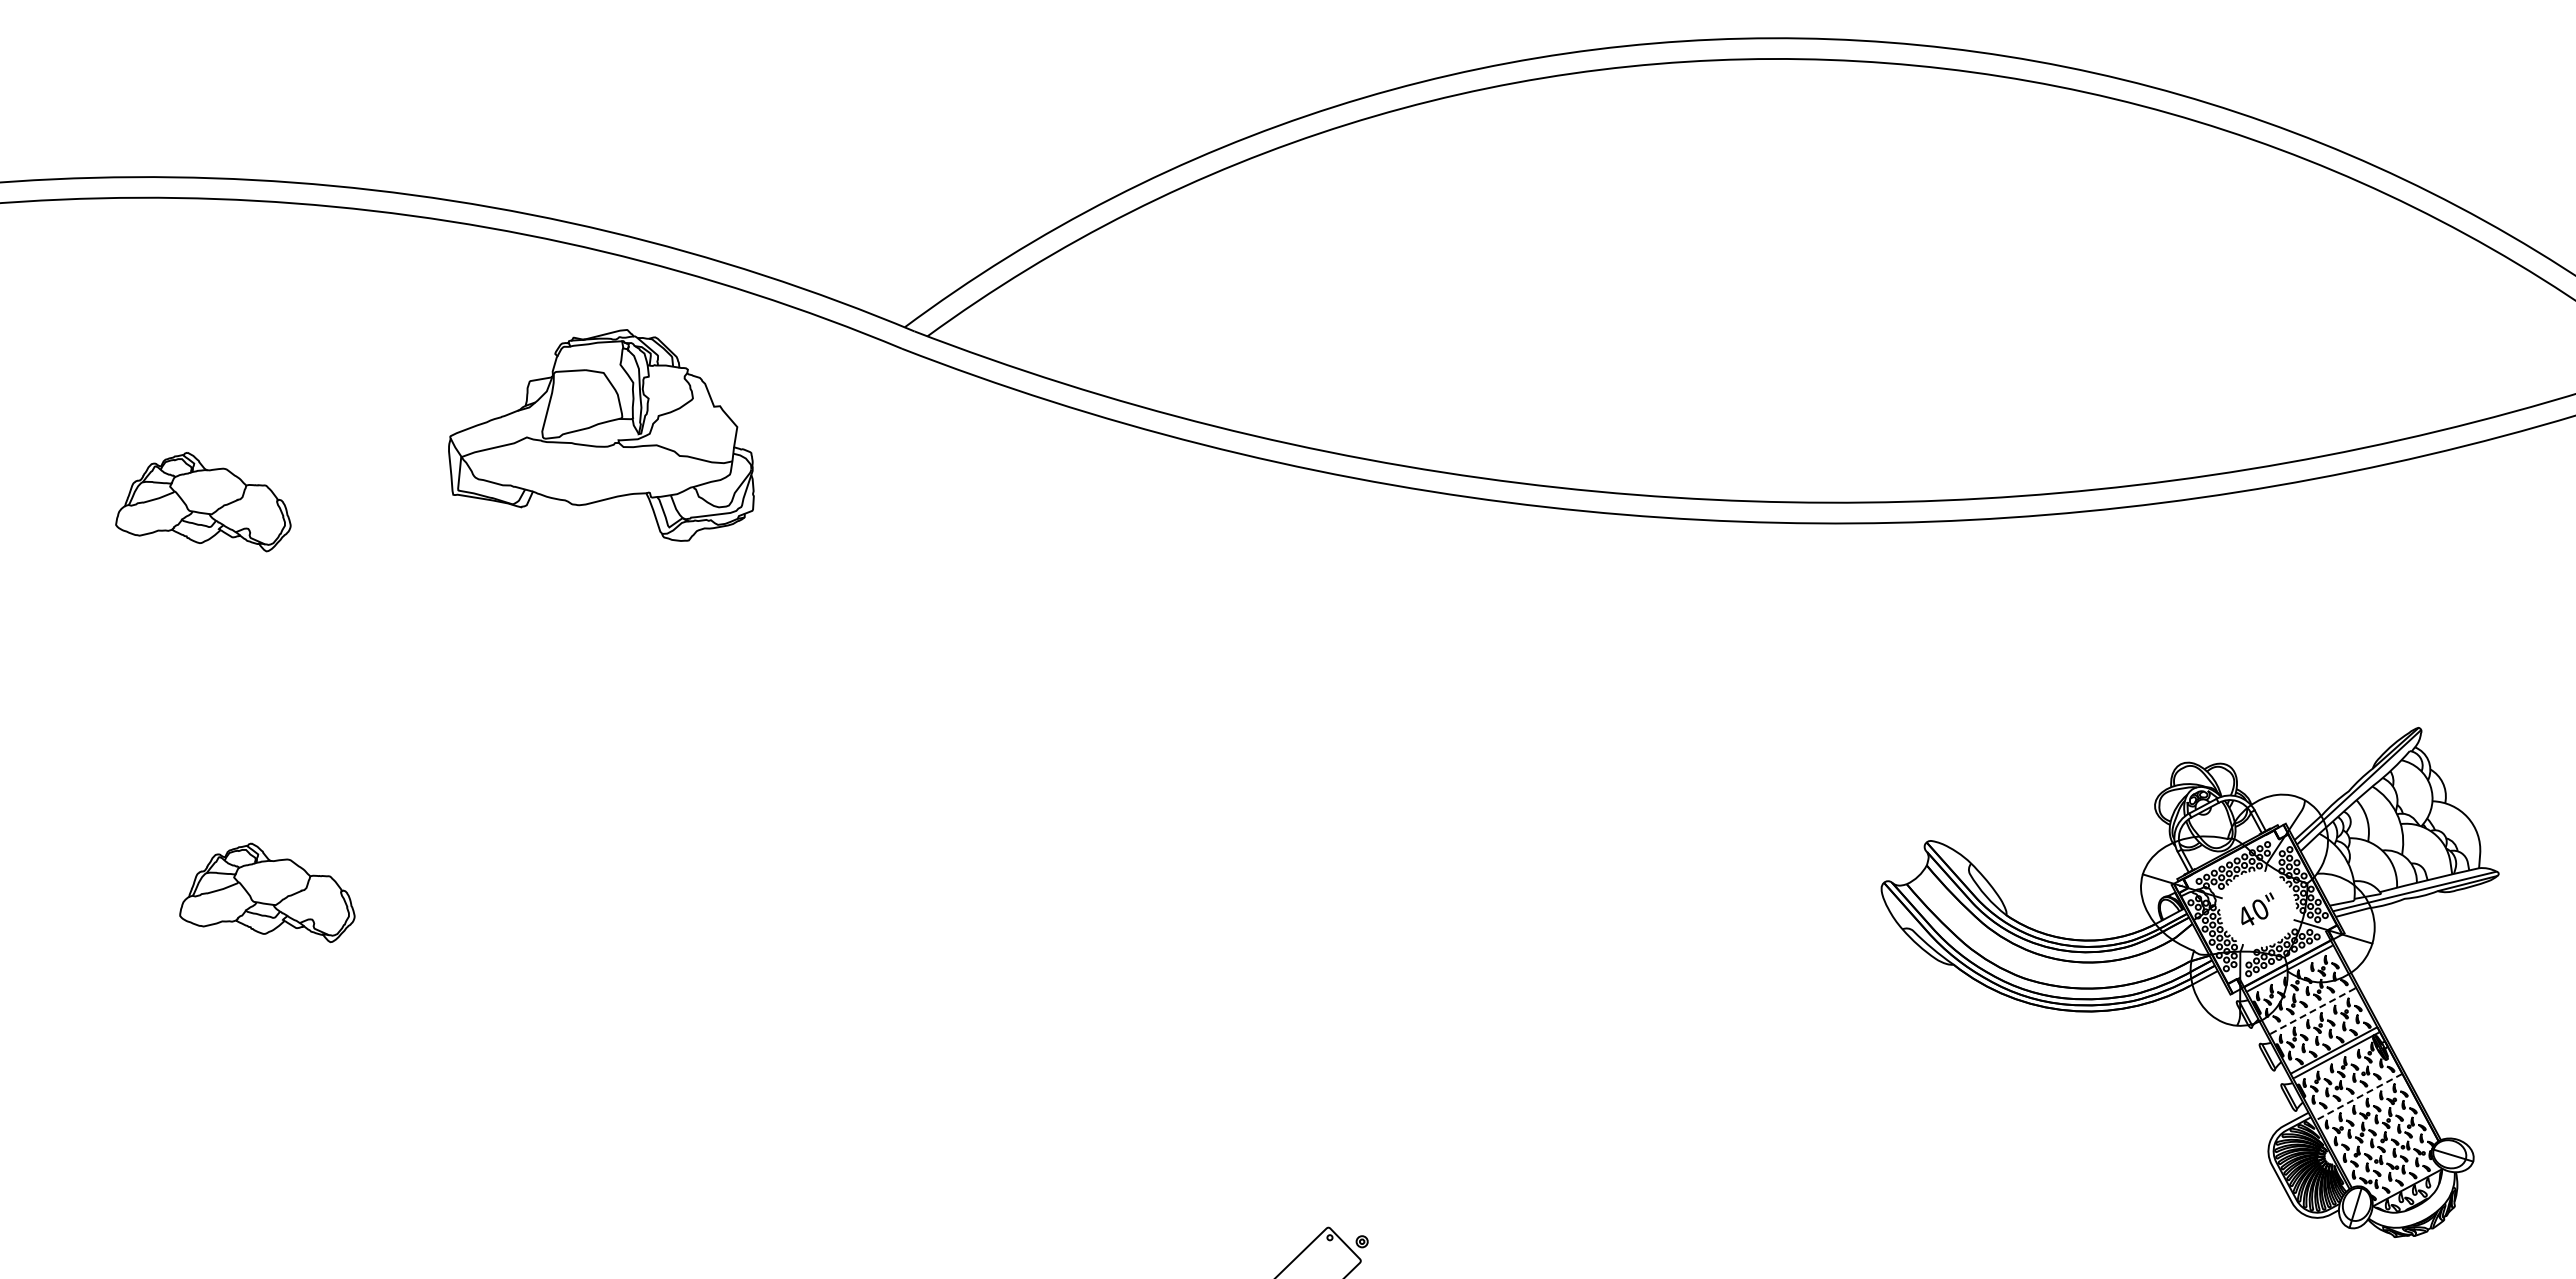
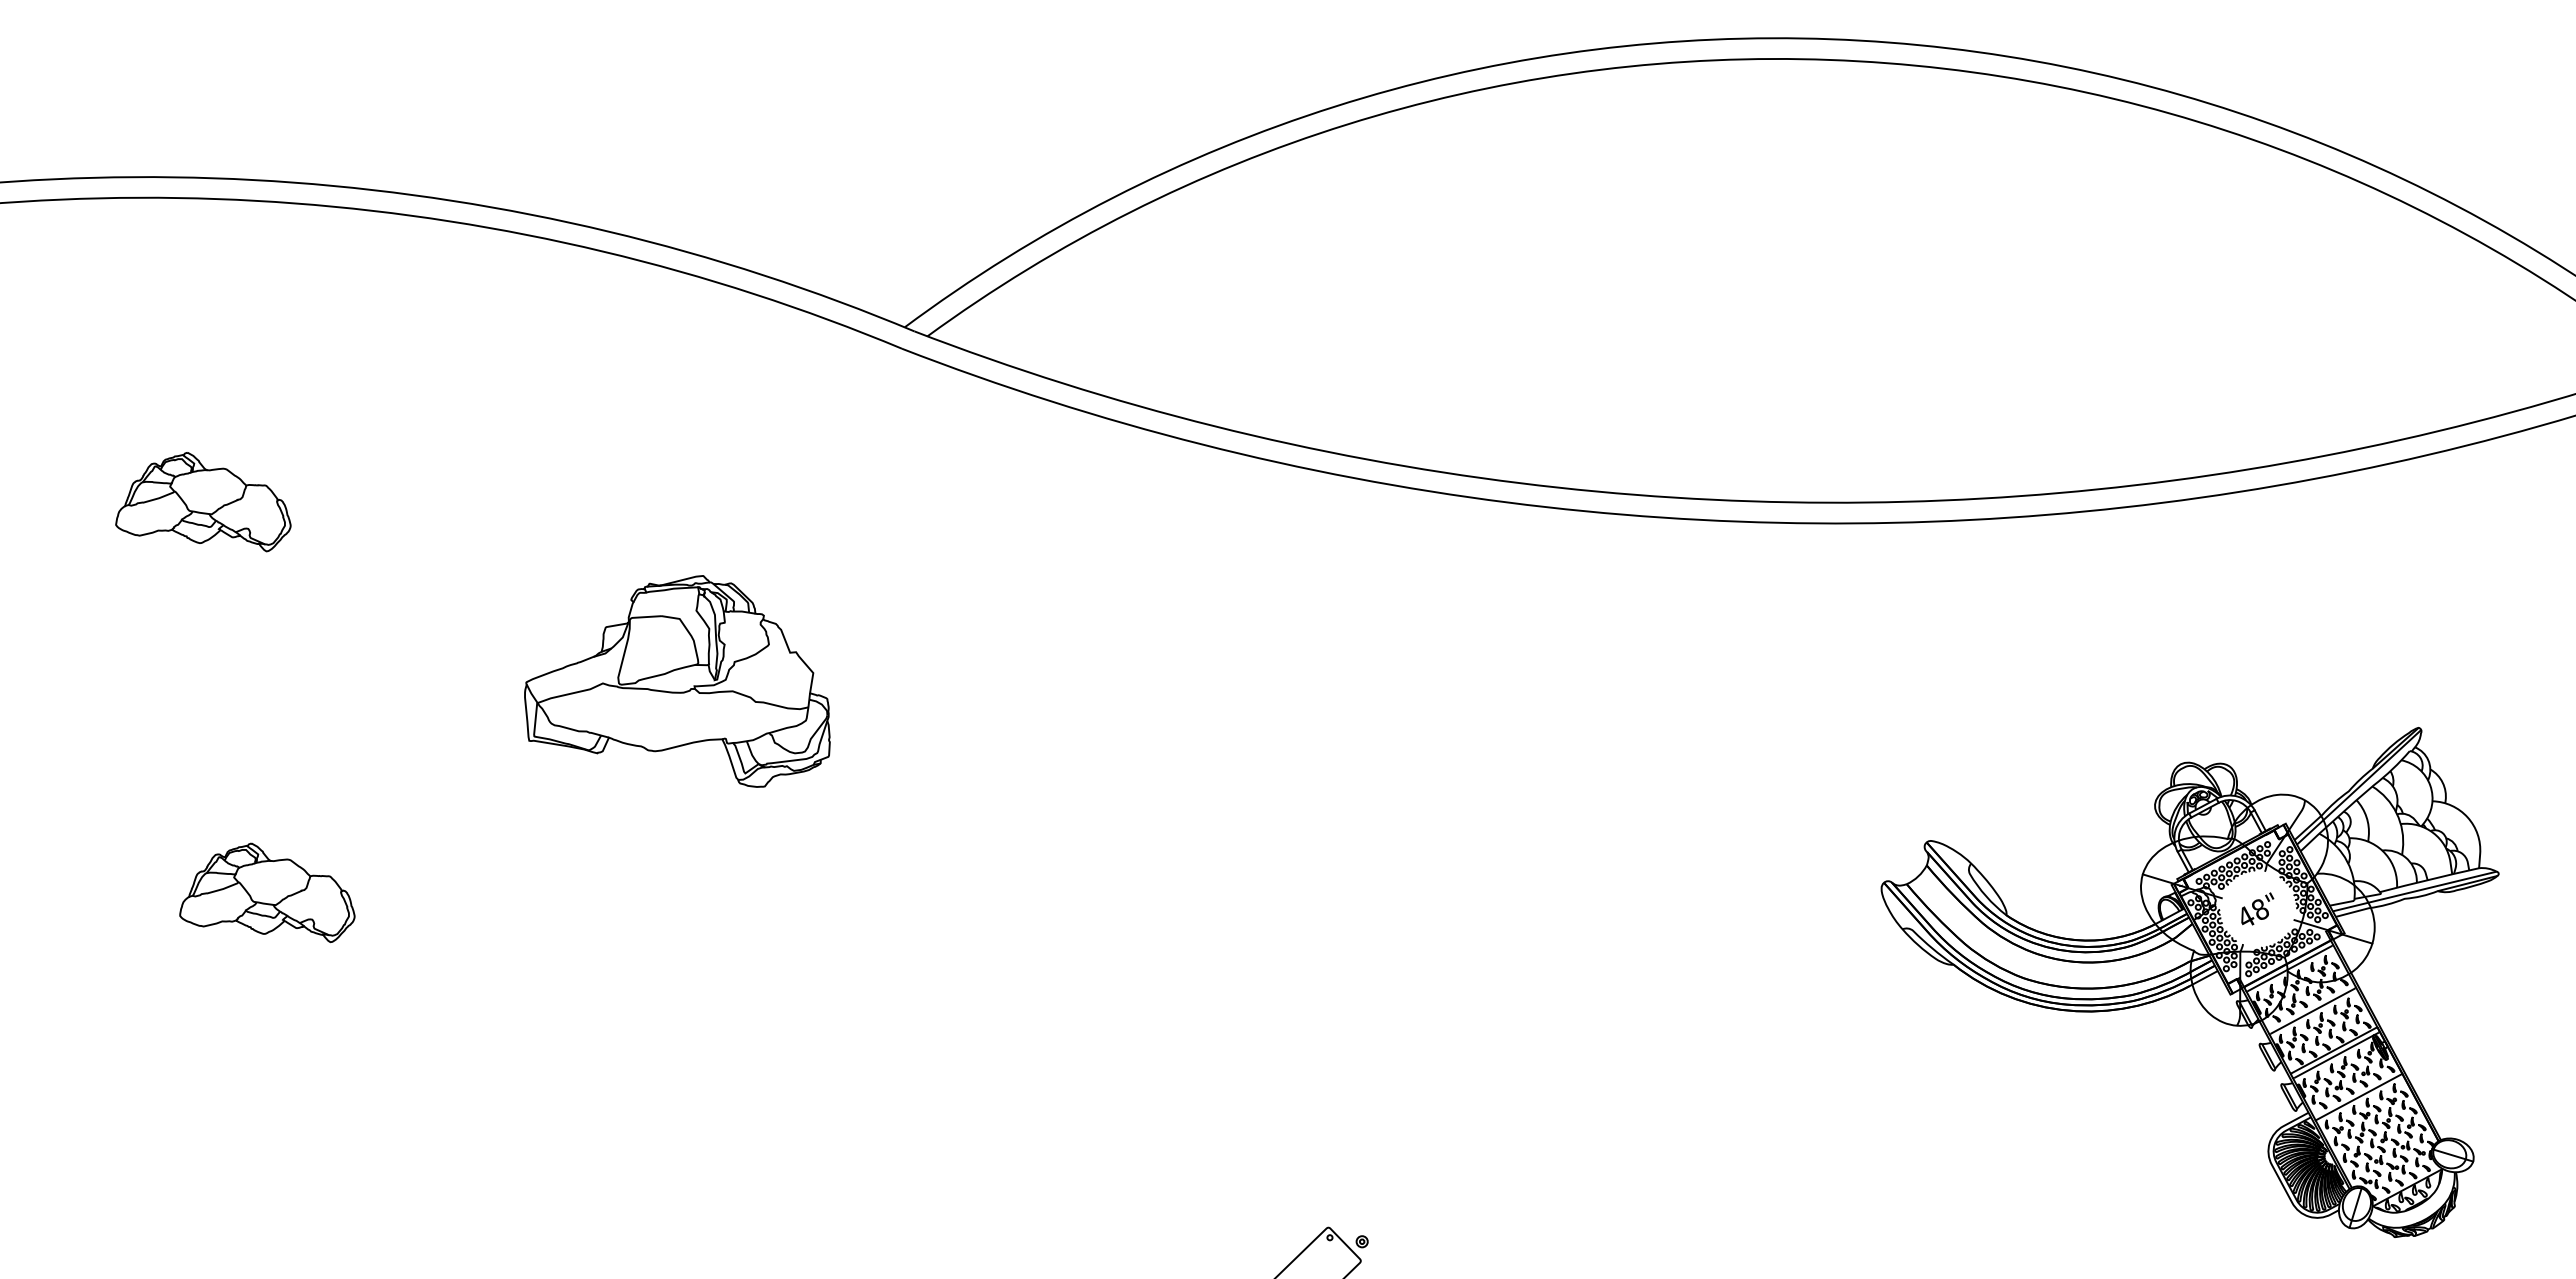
part at (601, 435) position: (601, 435) -> (677, 681)
text at (2260, 909): 40" -> 48"
line at (2312, 1011): dashed -> solid
line at (2358, 1097): dashed -> solid
